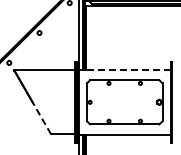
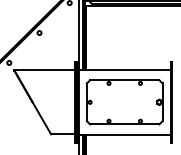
line at (124, 70): dashed -> solid
line at (41, 117): dashed -> solid
